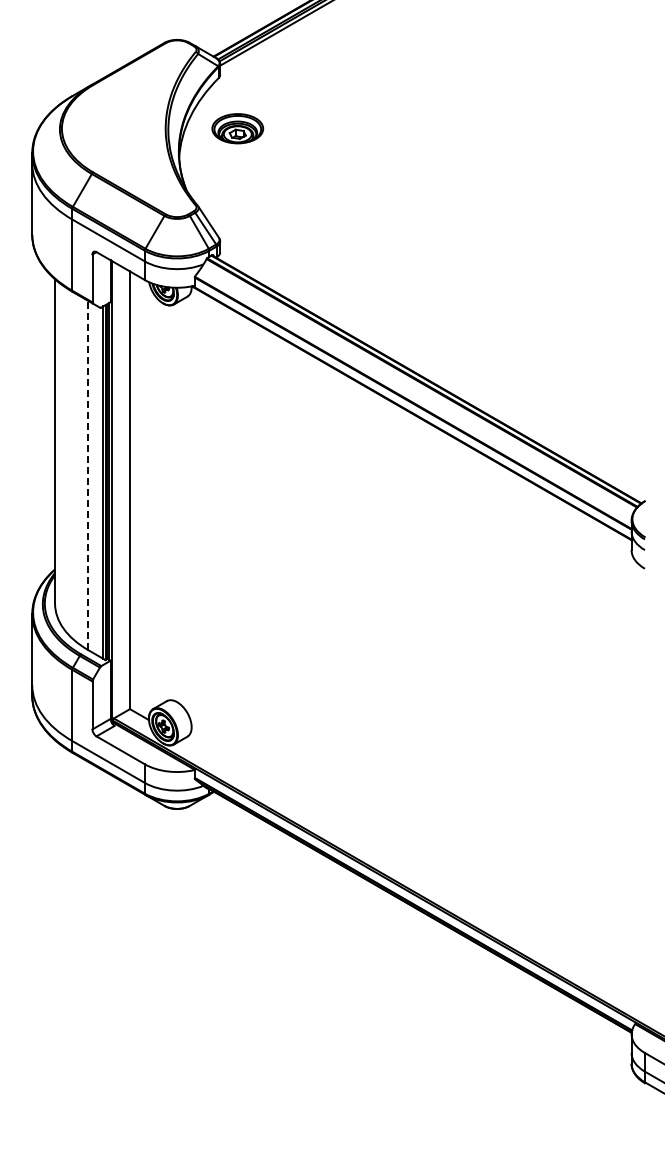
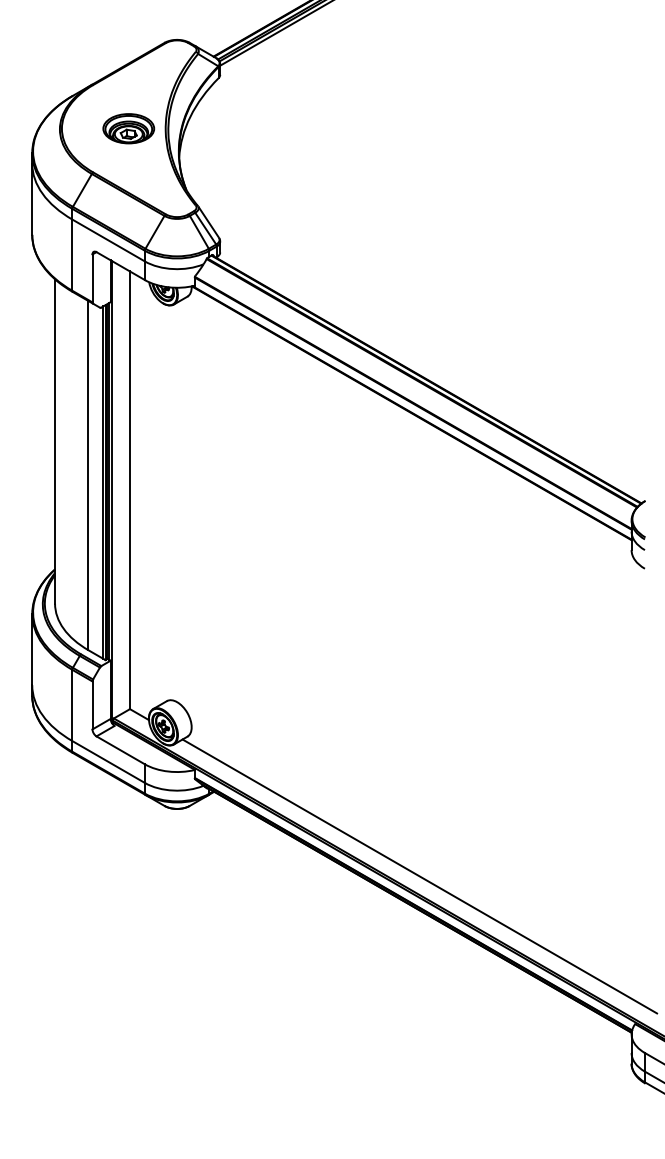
part at (237, 128) position: (237, 128) -> (128, 128)
line at (88, 475): dashed -> solid
line at (419, 876): none -> present
